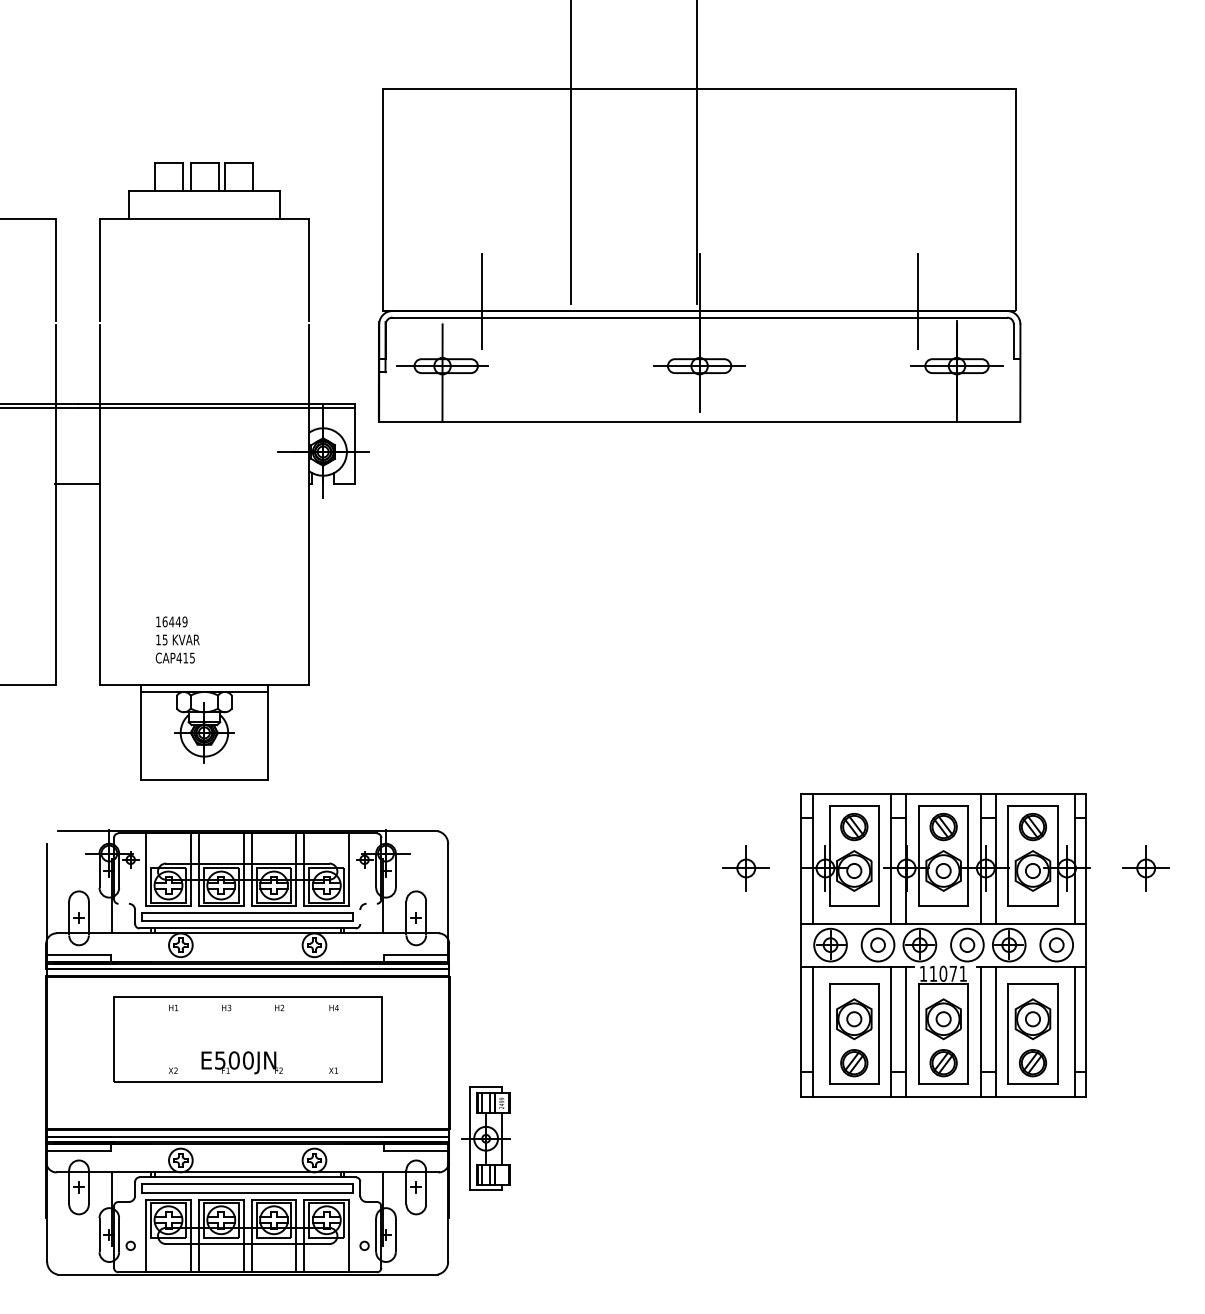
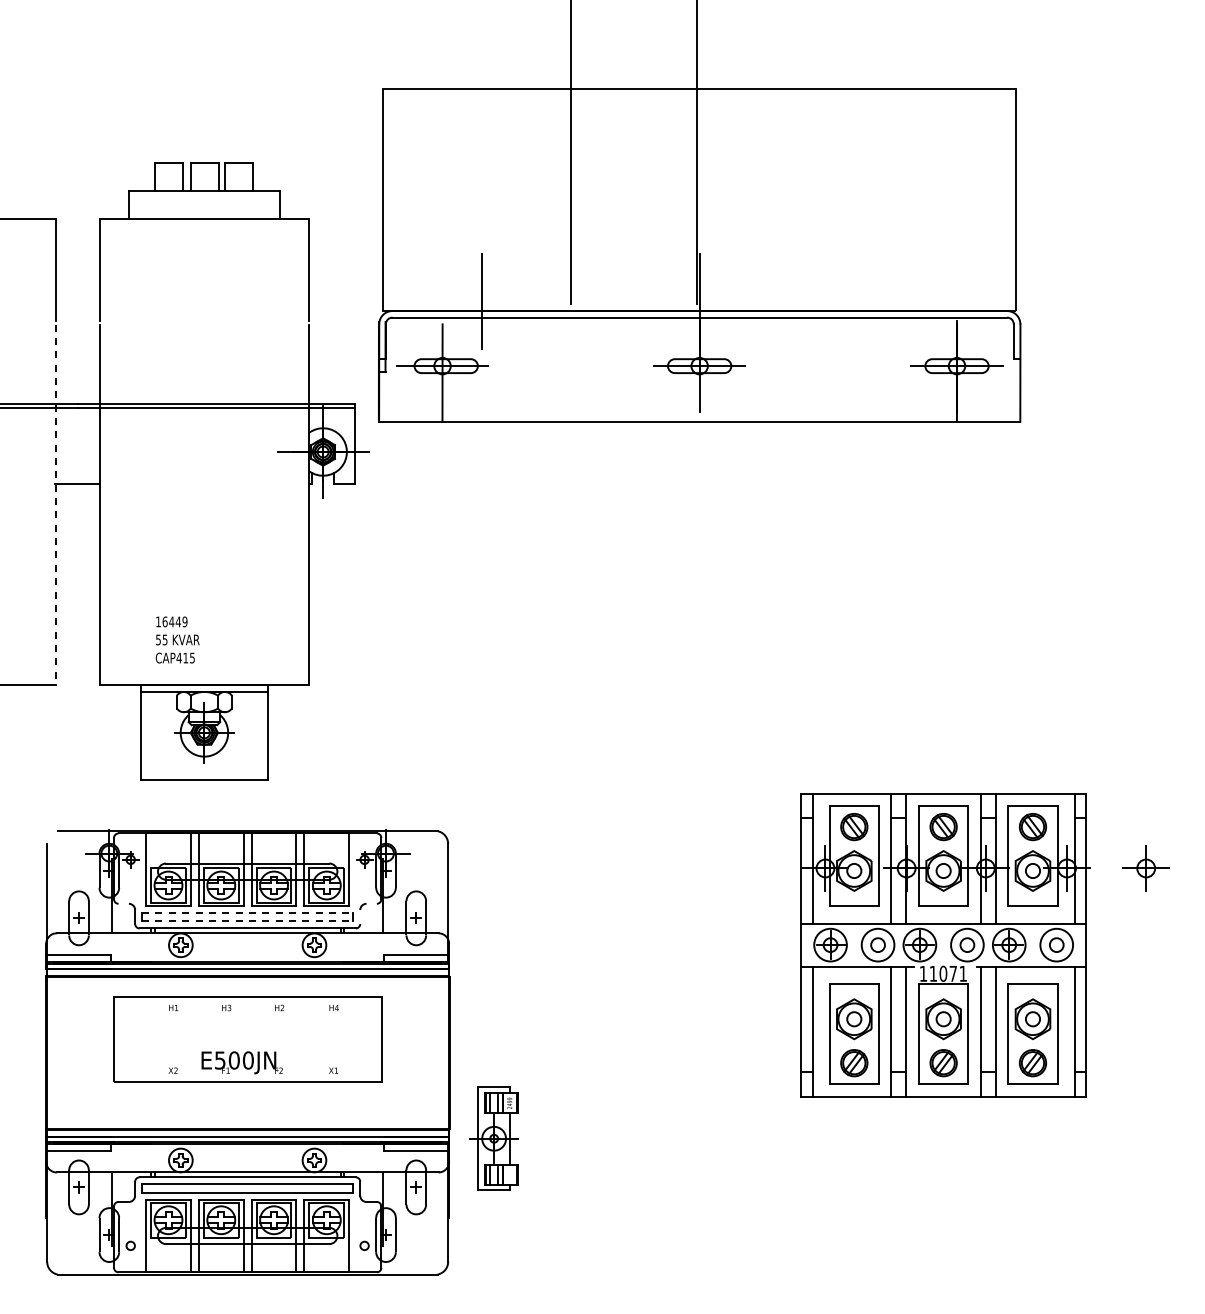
line at (917, 301): present -> none
line at (55, 505): solid -> dashed
text at (158, 639): 15 -> 55
part at (745, 868): present -> none
line at (247, 912): solid -> dashed
line at (247, 921): solid -> dashed
part at (485, 1138) position: (485, 1138) -> (493, 1138)
